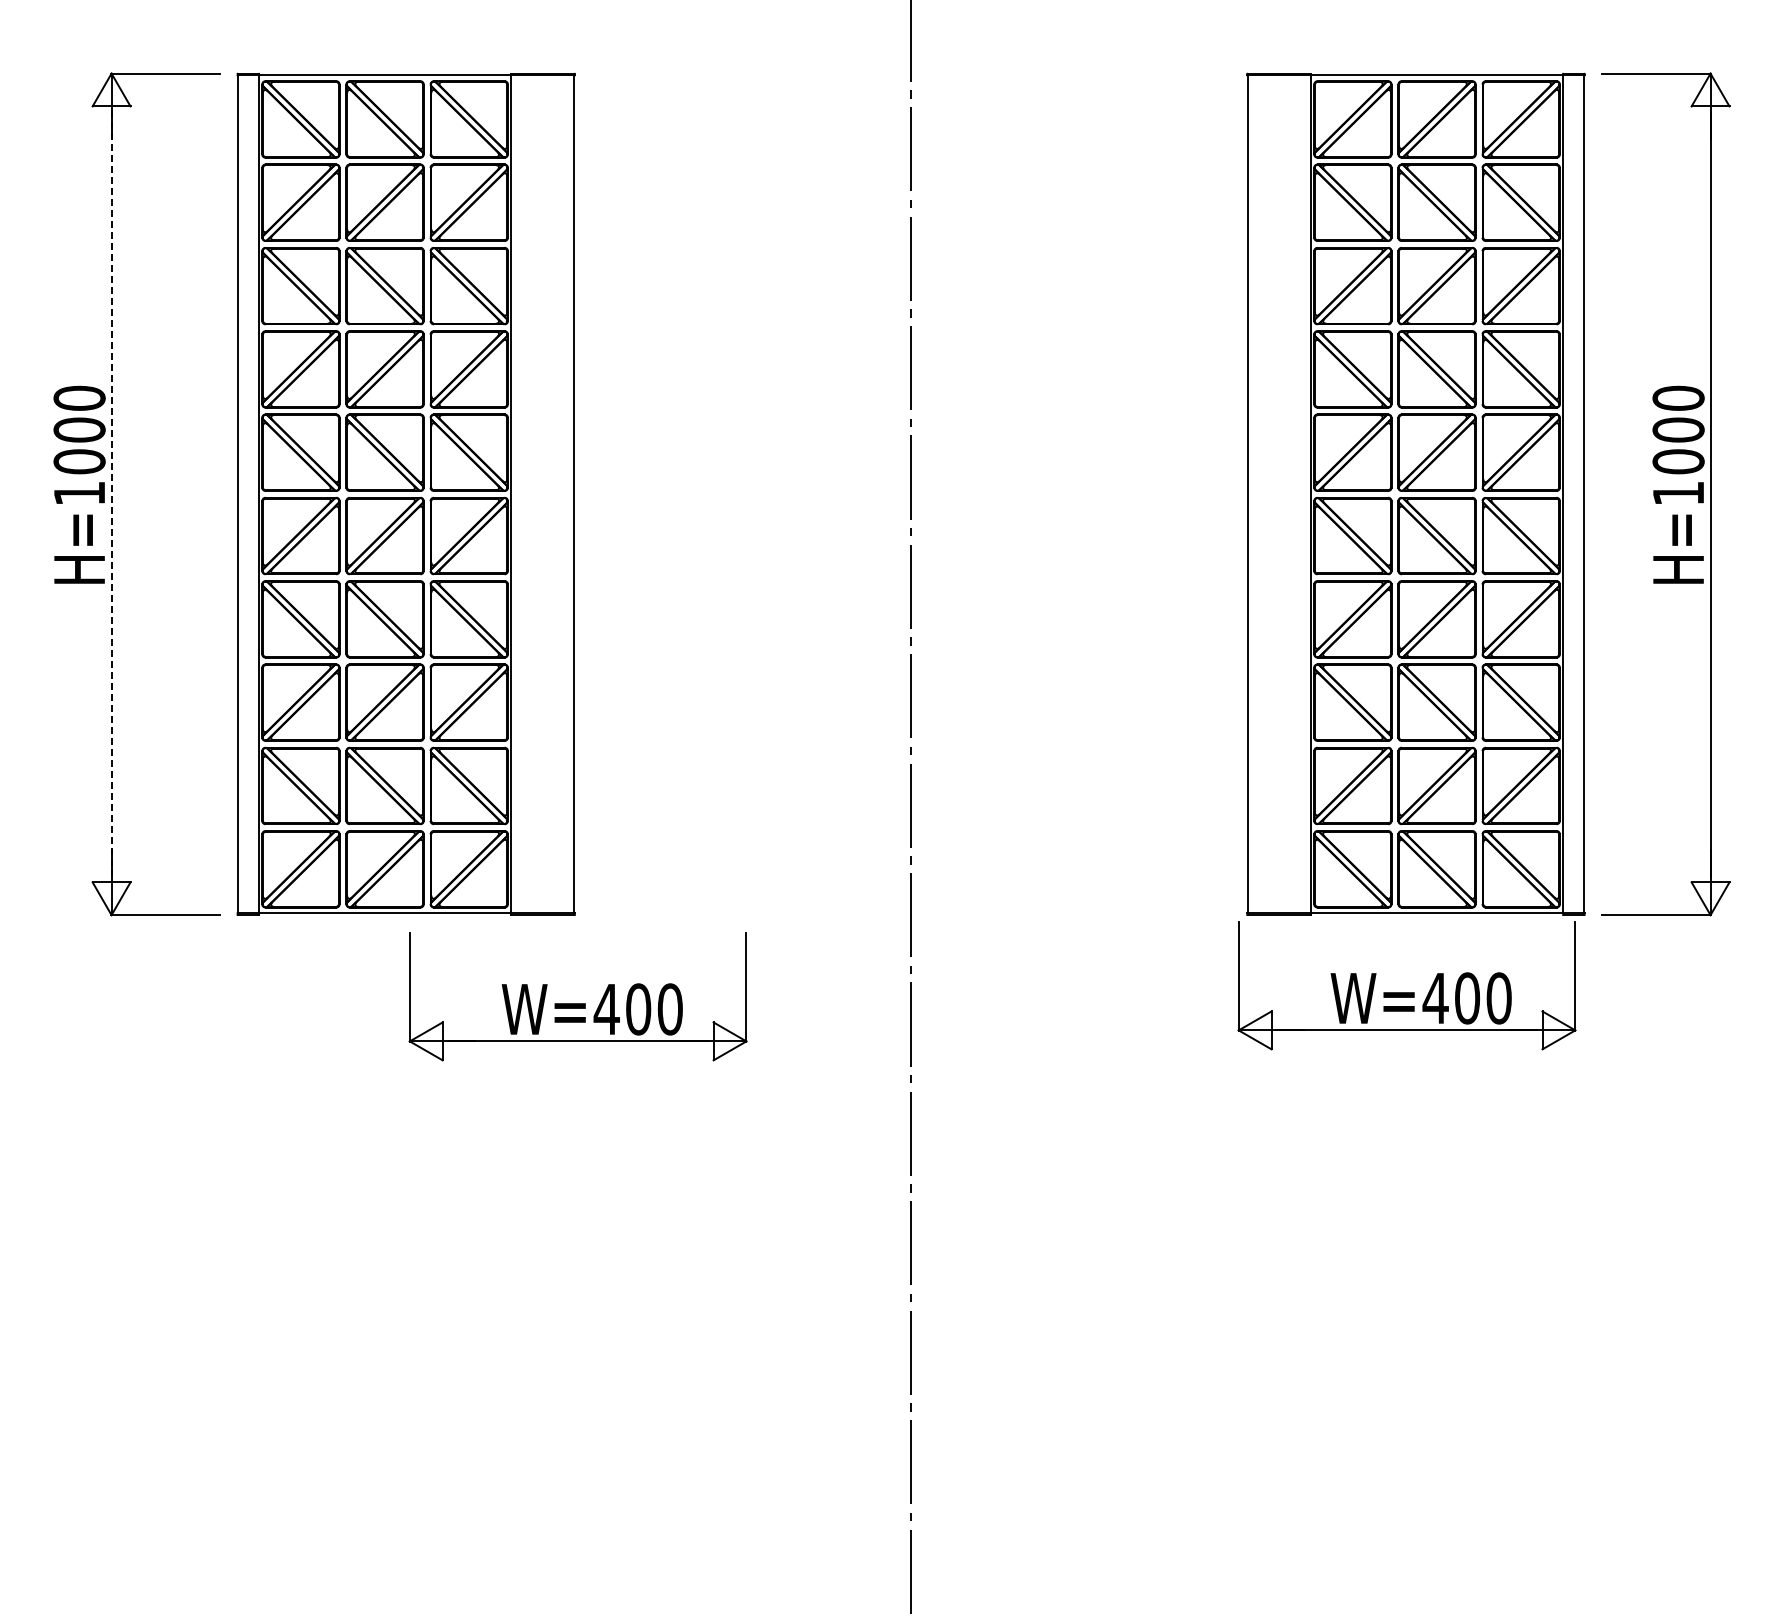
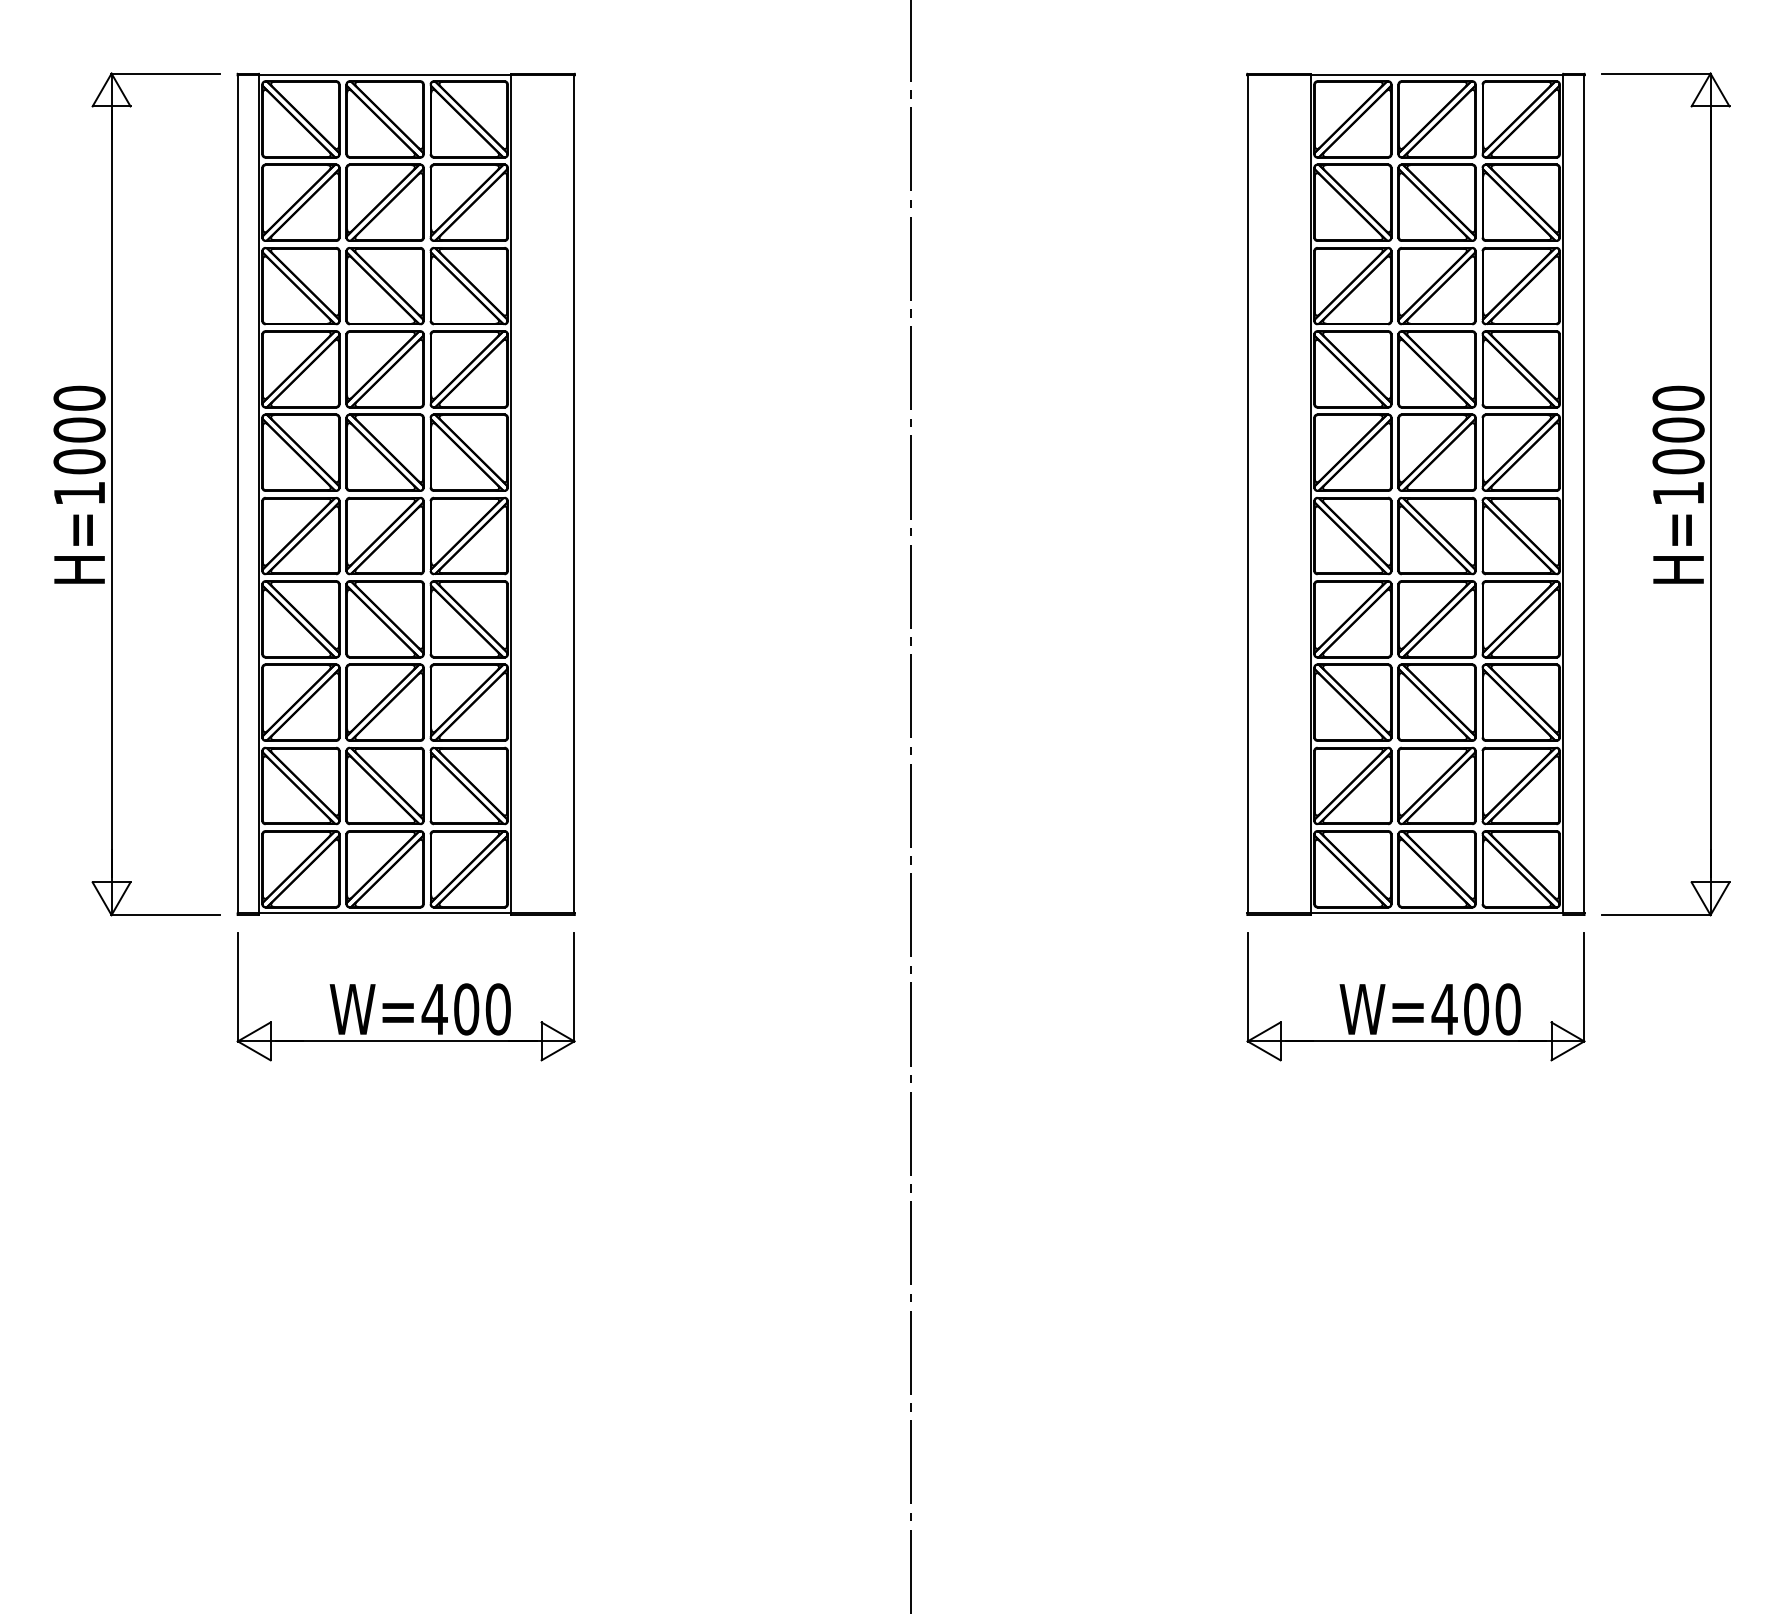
line at (111, 494): dashed -> solid
part at (1406, 992) position: (1406, 992) -> (1415, 1003)
part at (577, 1003) position: (577, 1003) -> (405, 1003)
